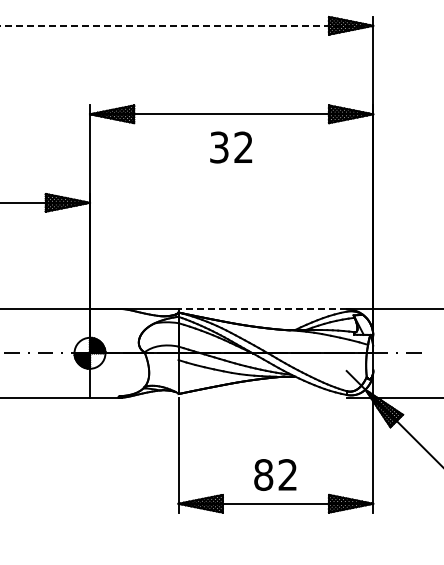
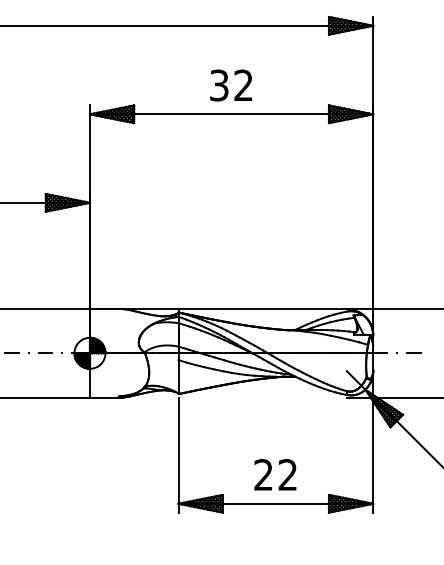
line at (187, 25): dashed -> solid
text at (231, 147) position: (231, 147) -> (231, 85)
line at (262, 309): dashed -> solid
text at (263, 474): 82 -> 22
